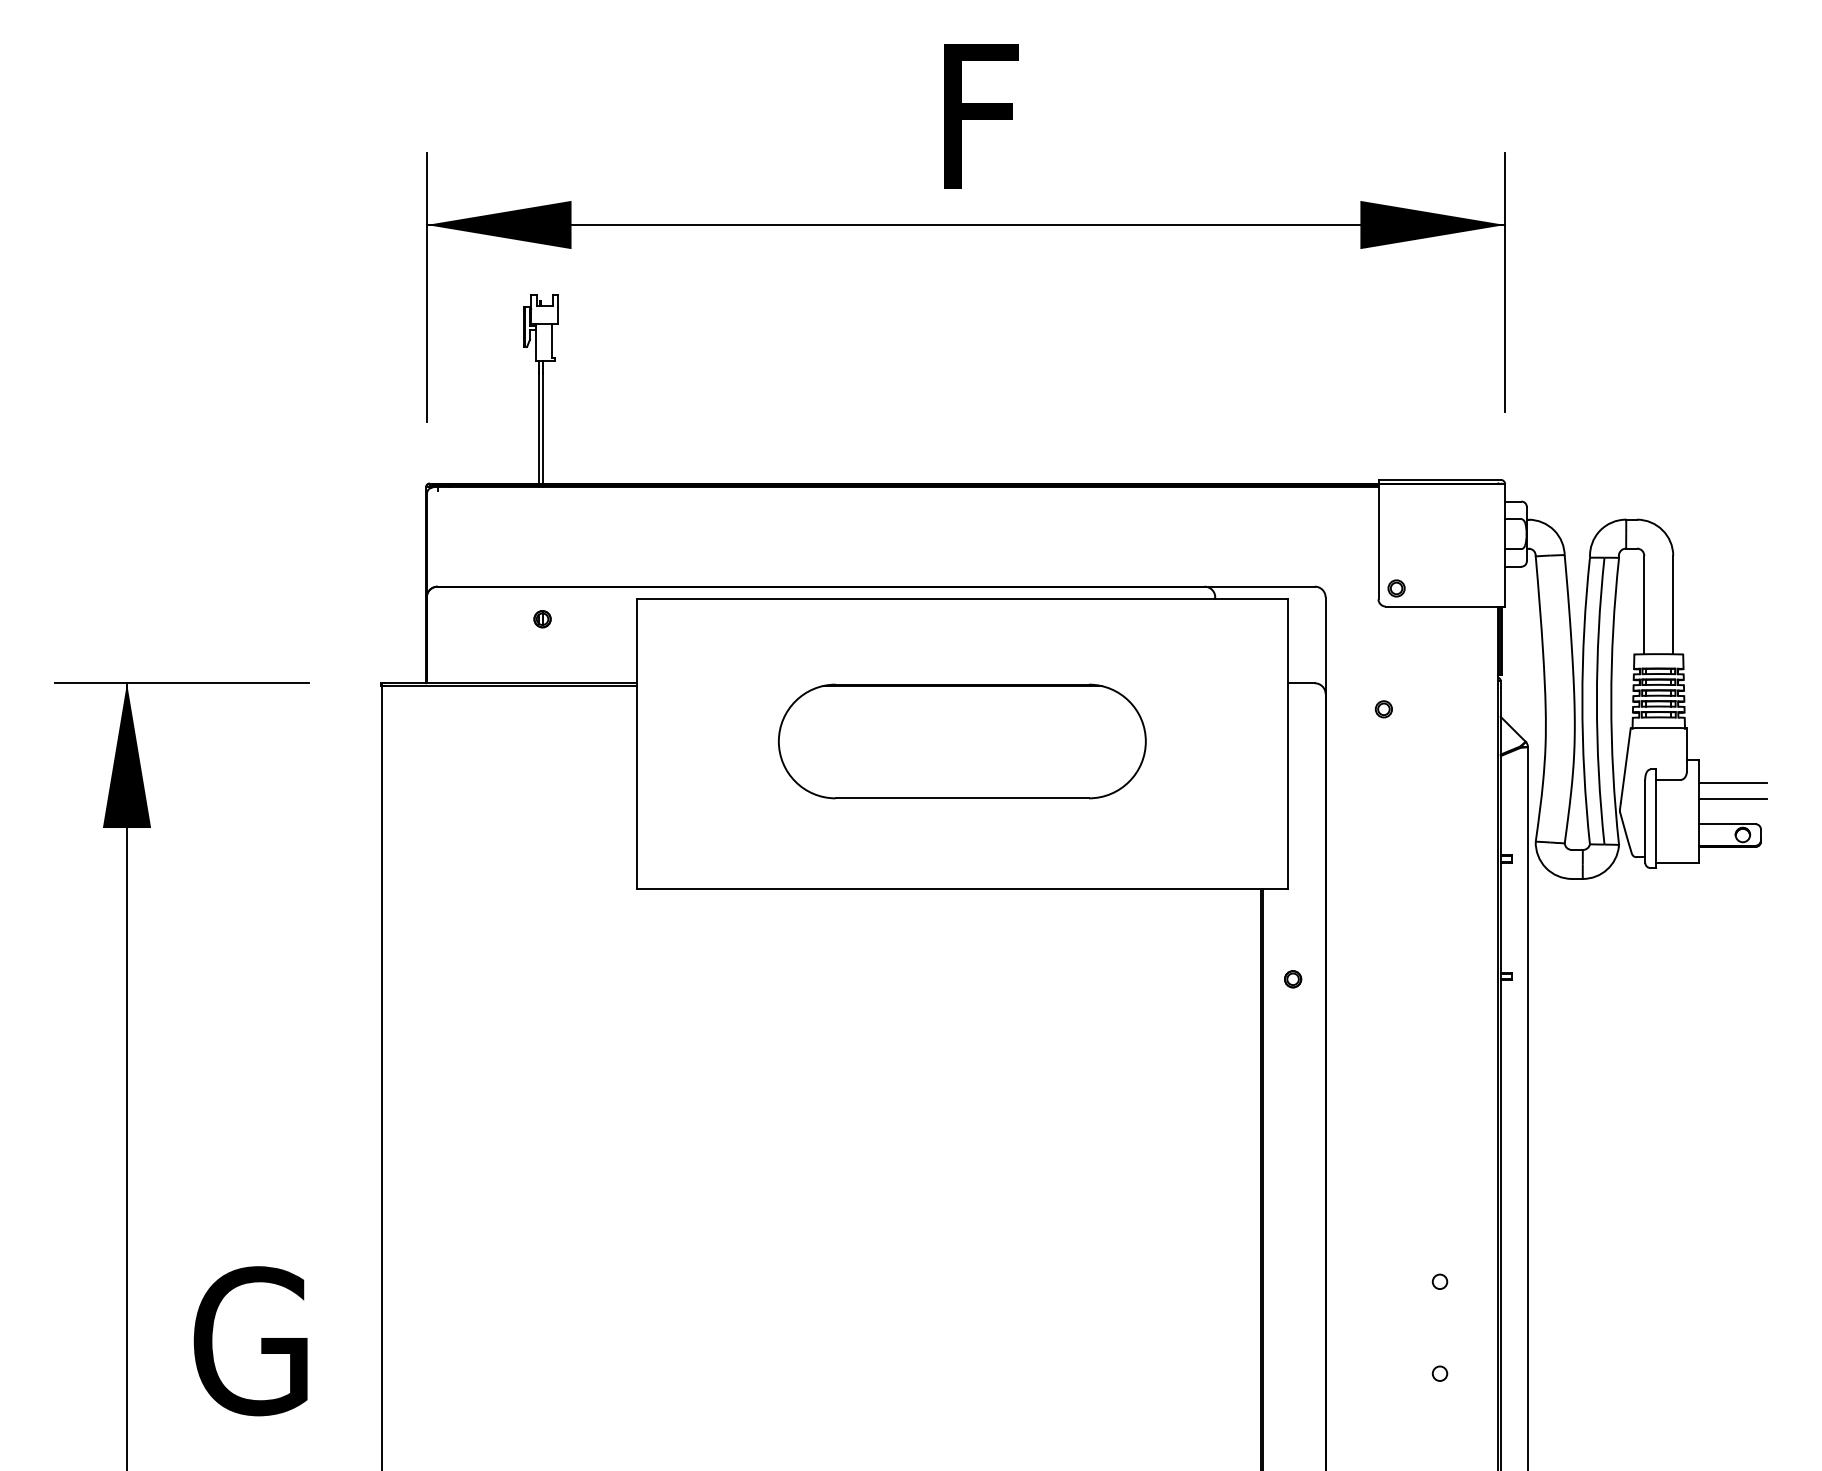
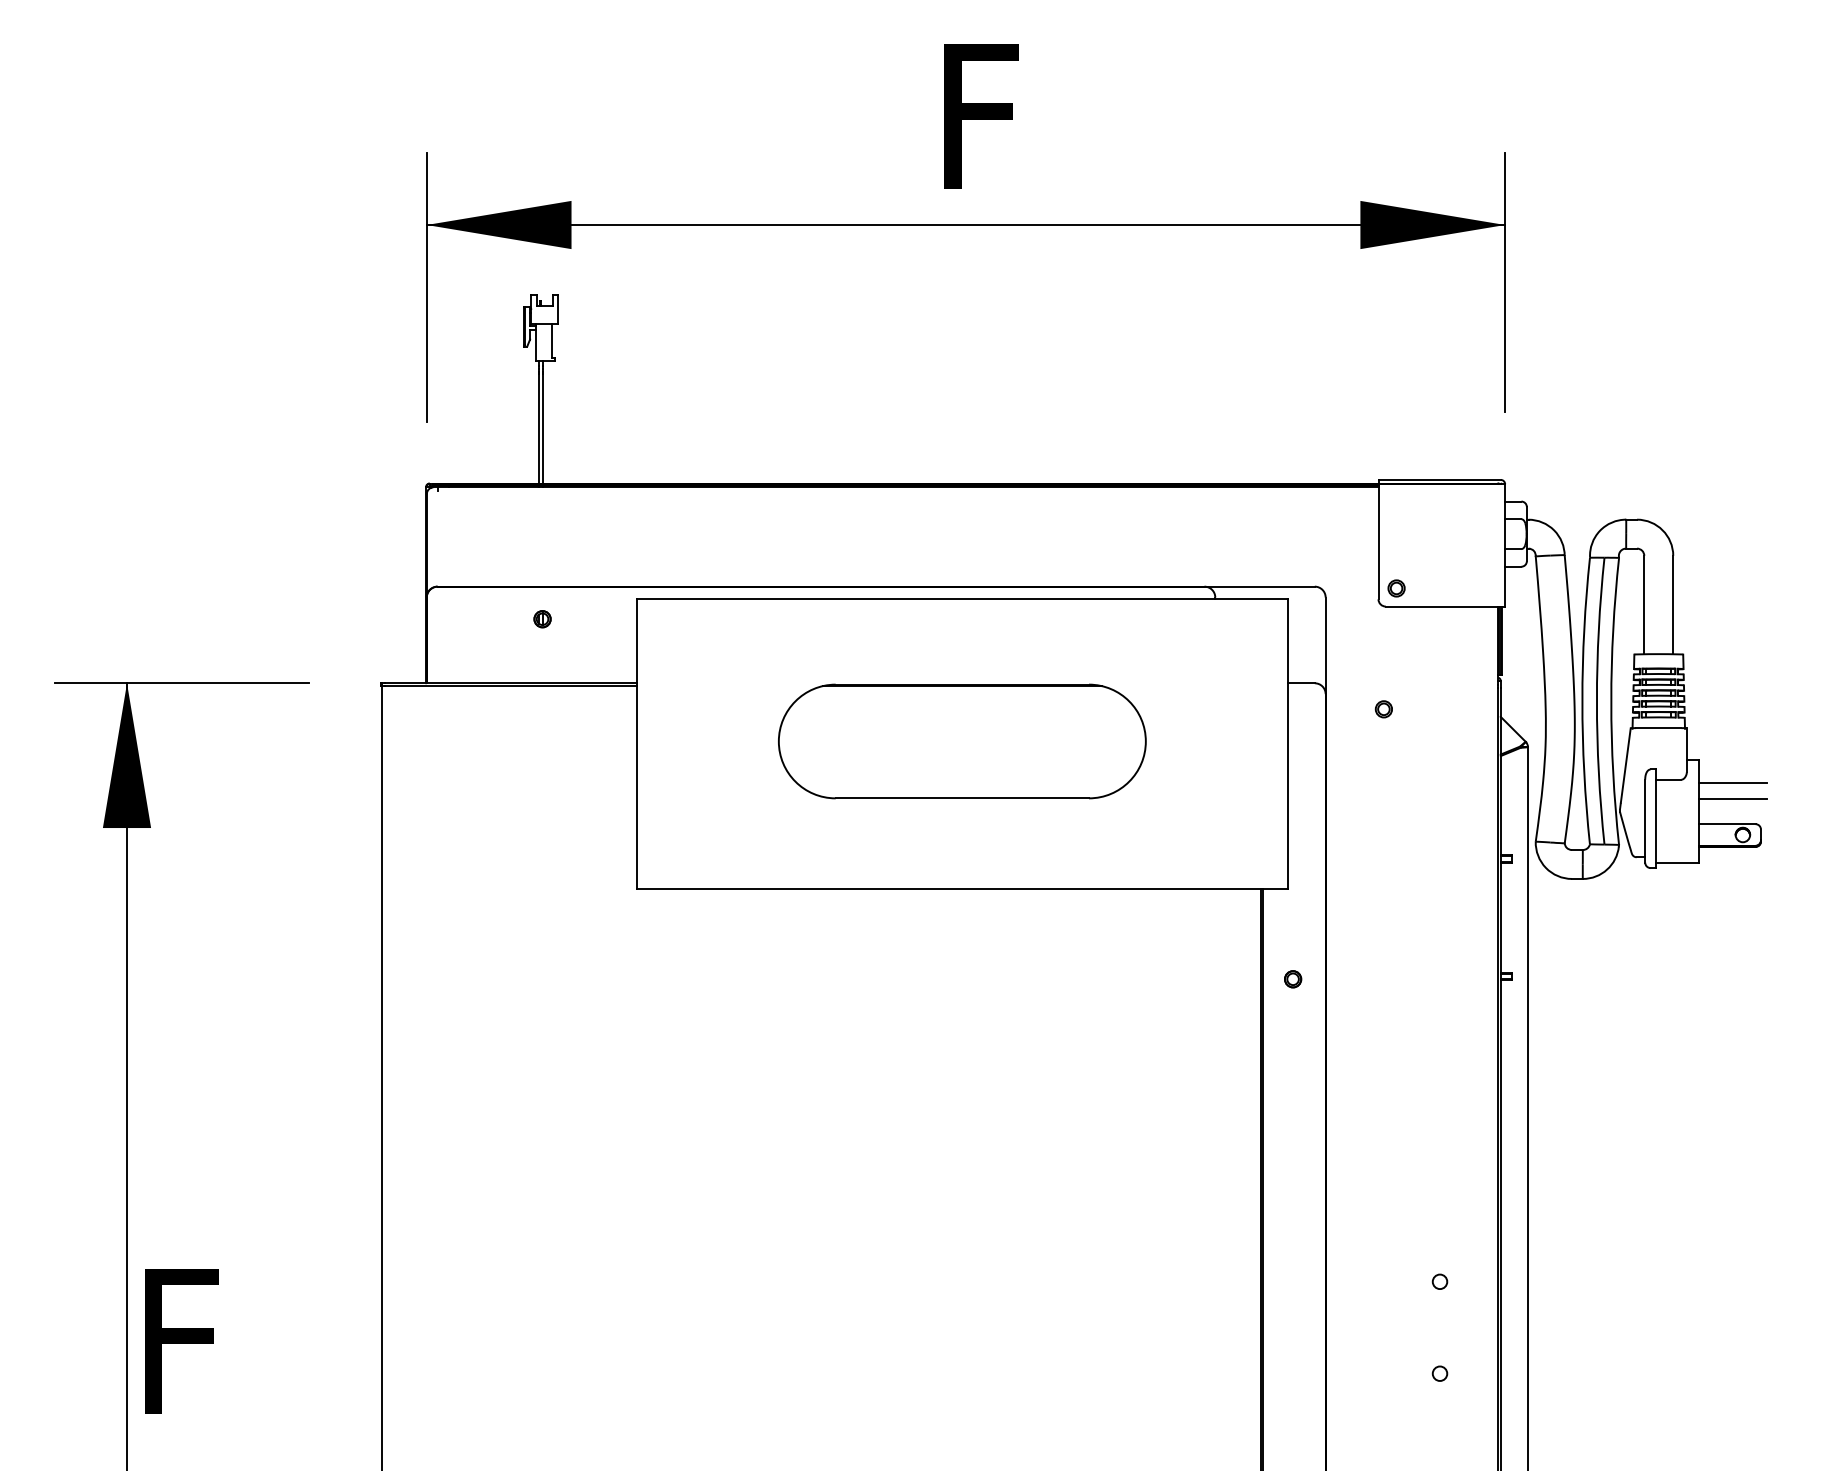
text at (226, 1341): G -> F
